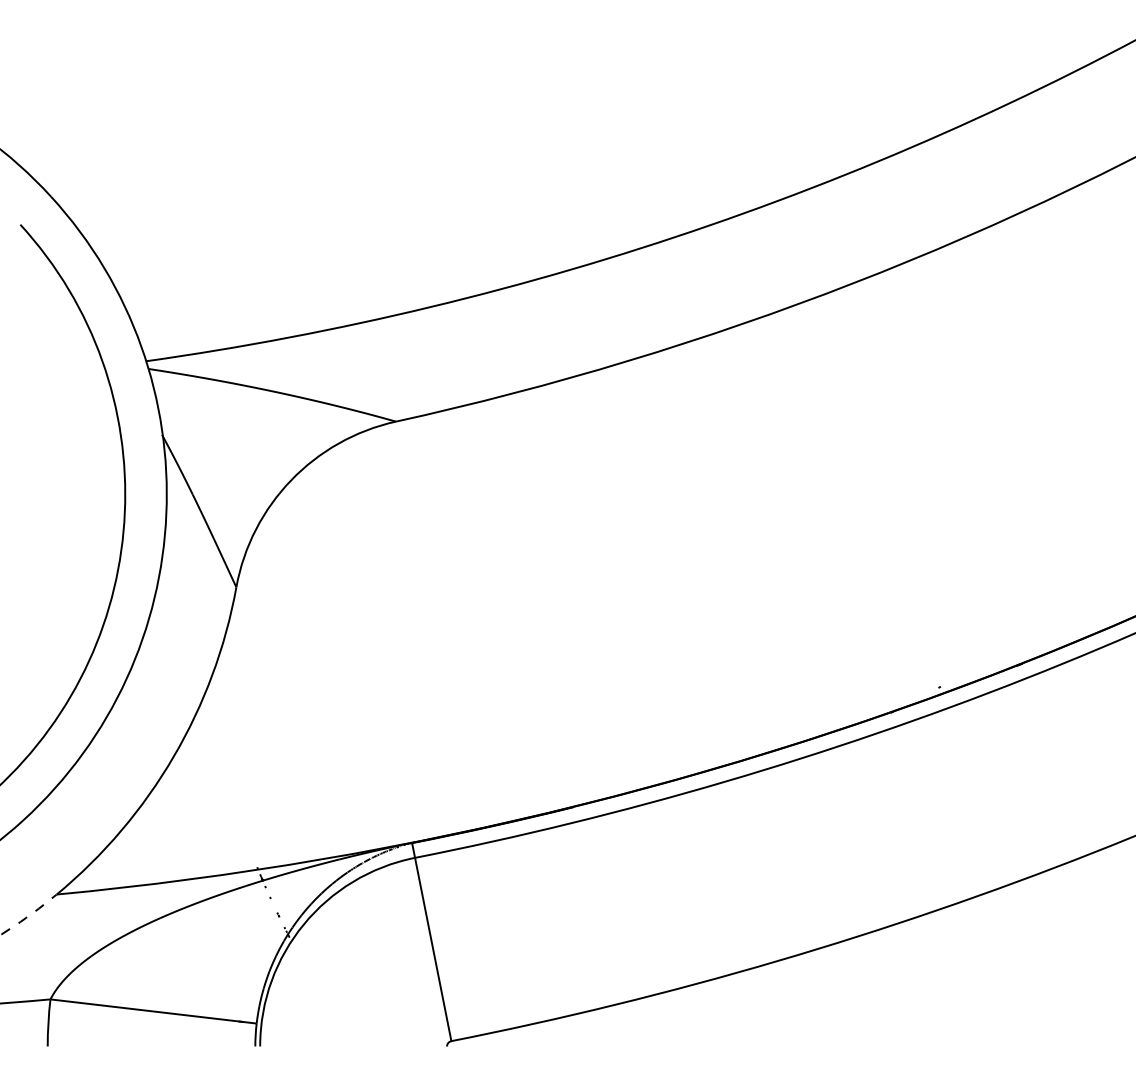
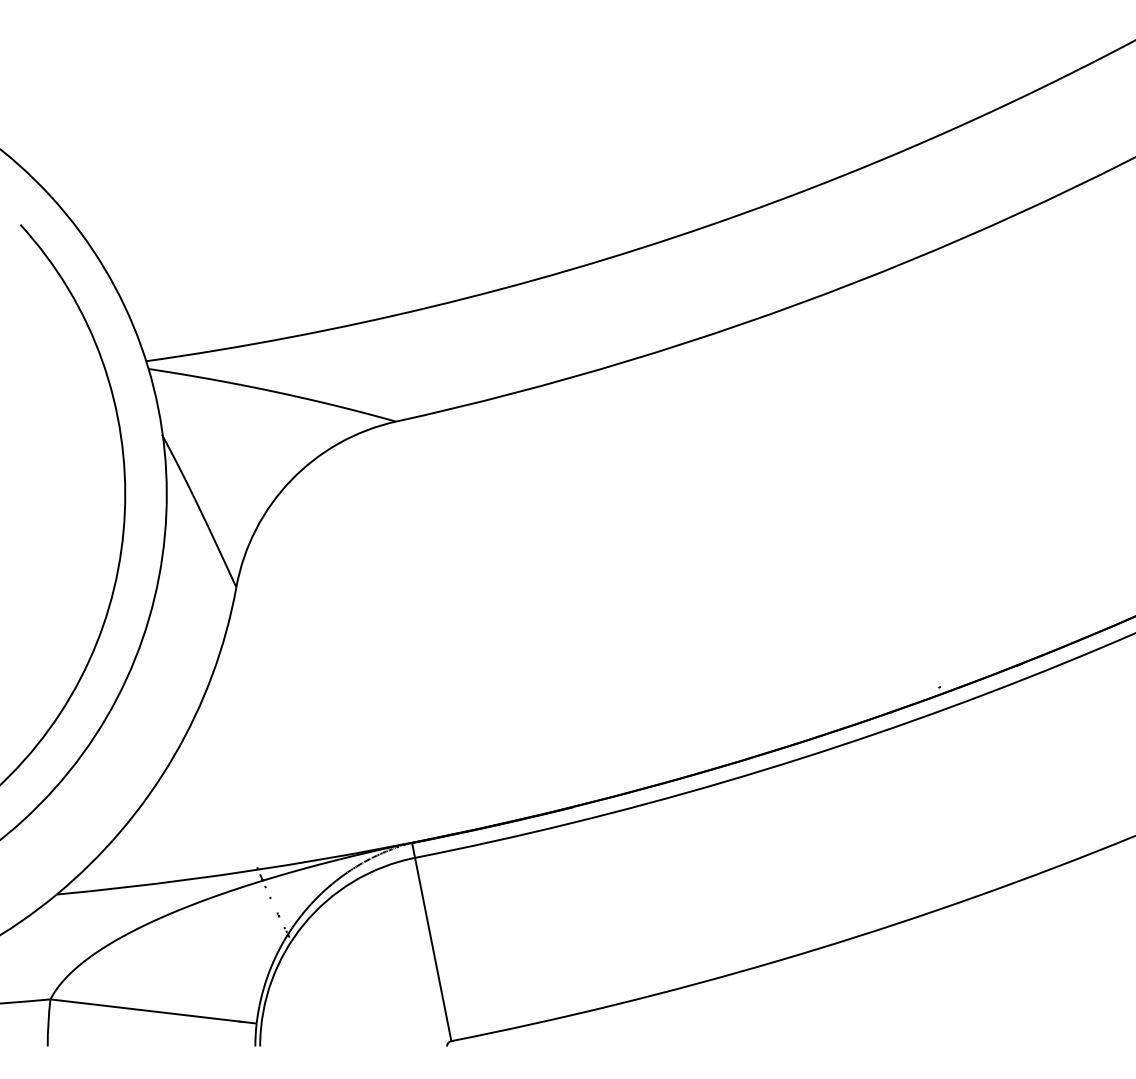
arc at (28, 916): dashed -> solid
